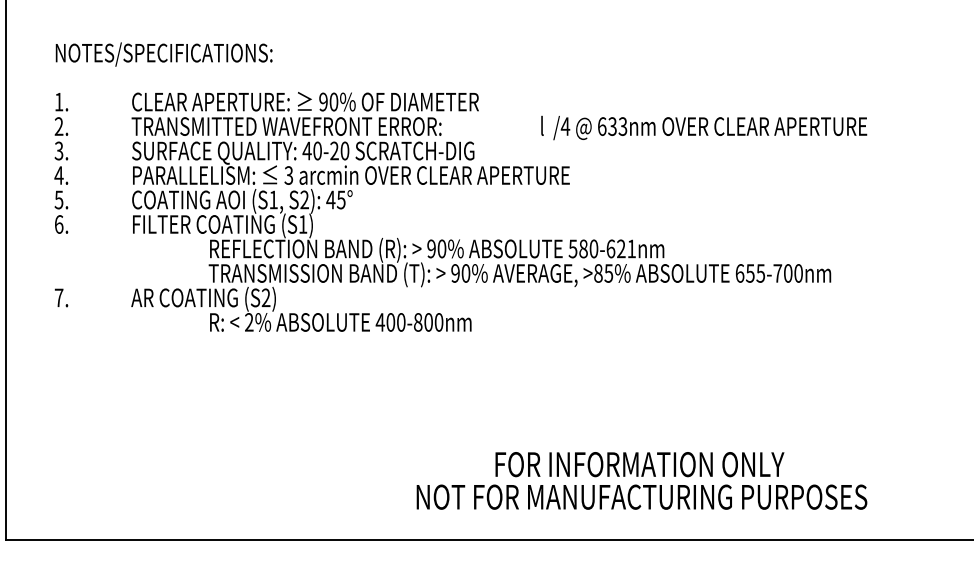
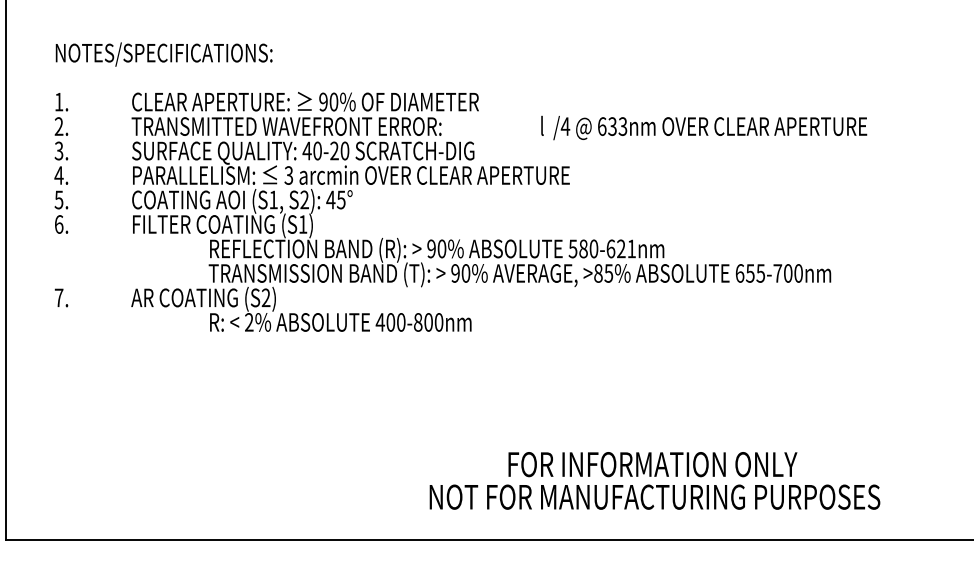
text at (641, 480) position: (641, 480) -> (654, 480)
